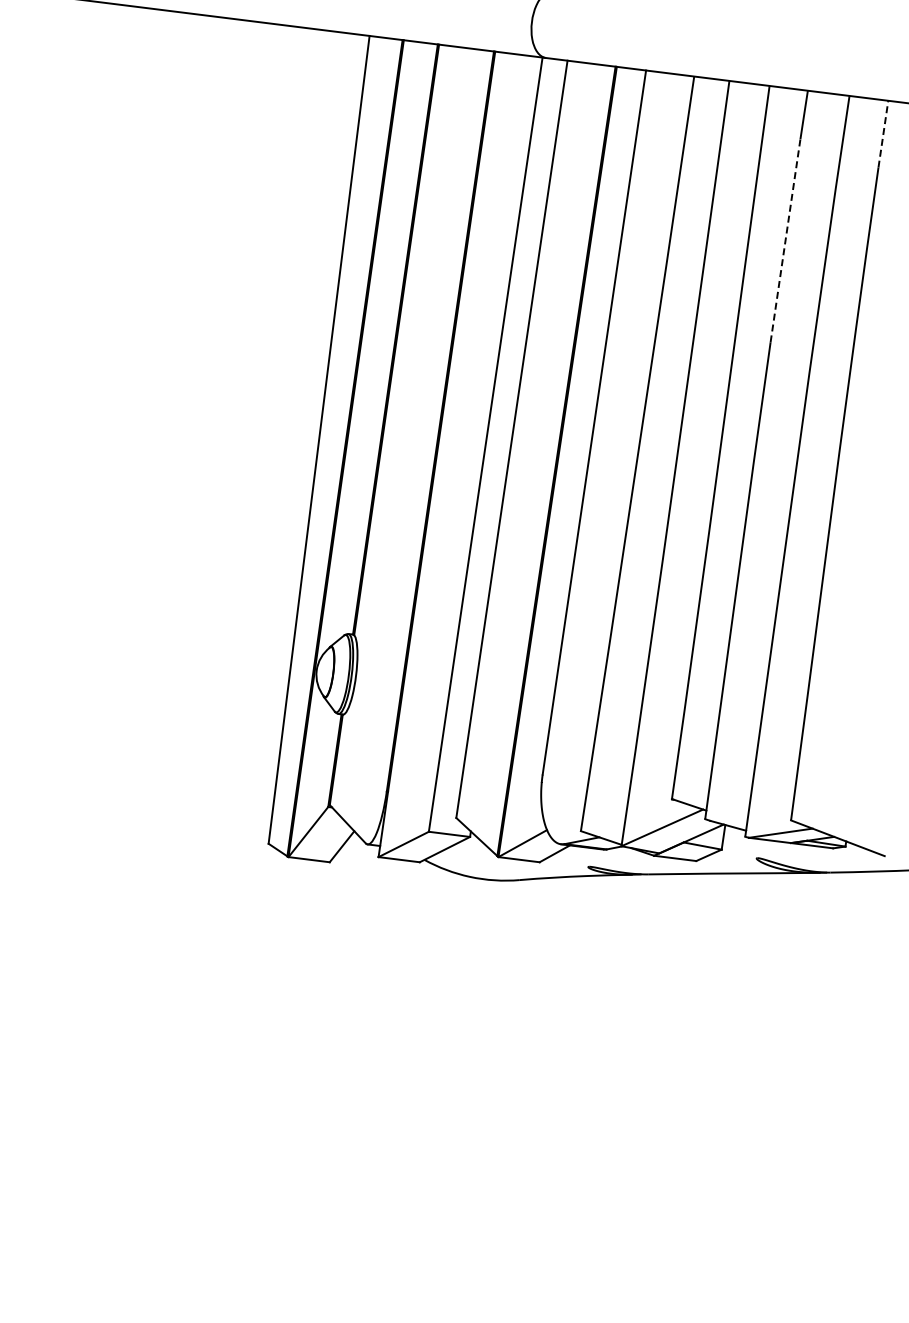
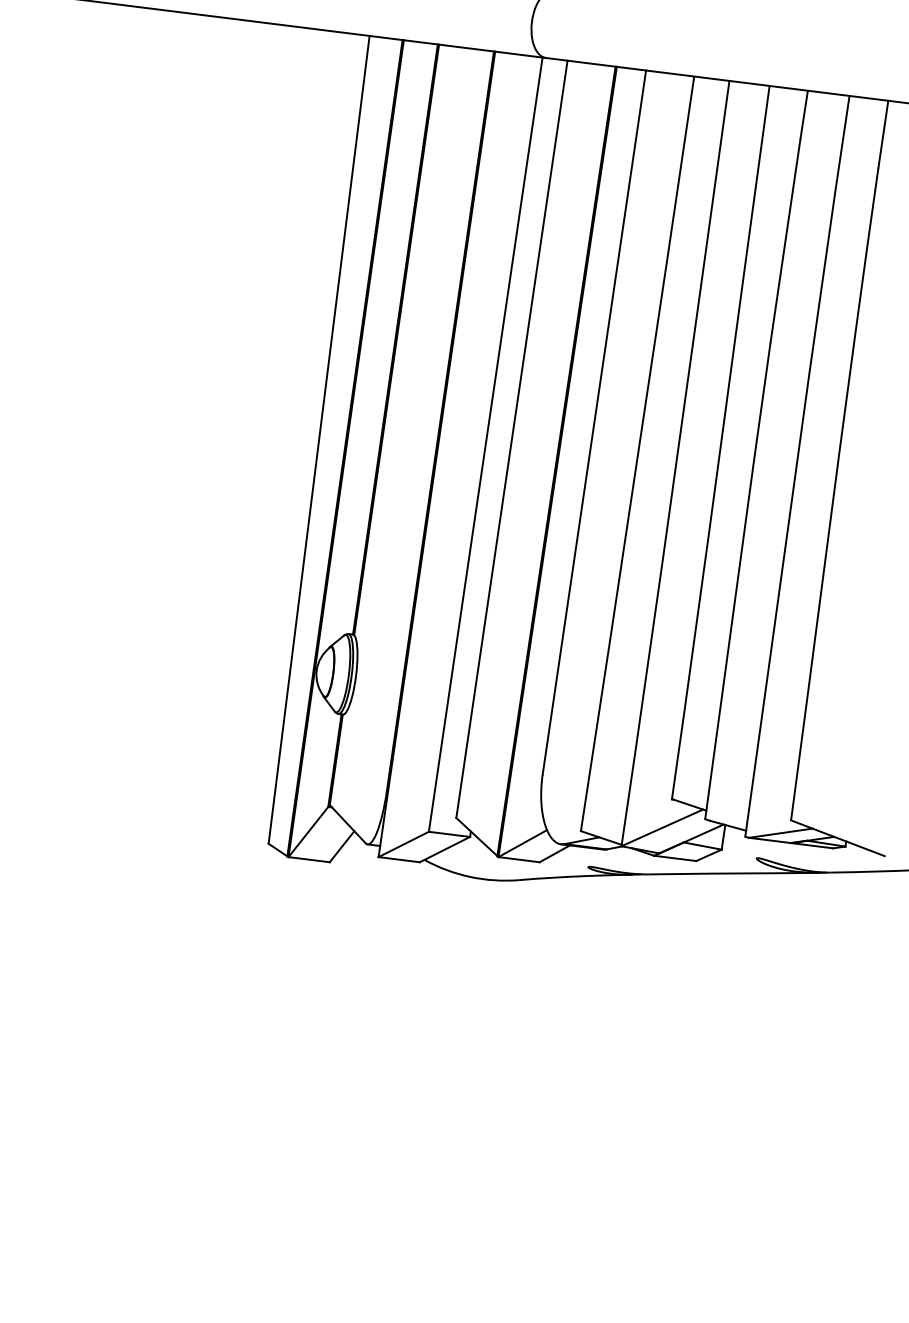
line at (883, 134): dashed -> solid
line at (785, 240): dashed -> solid
